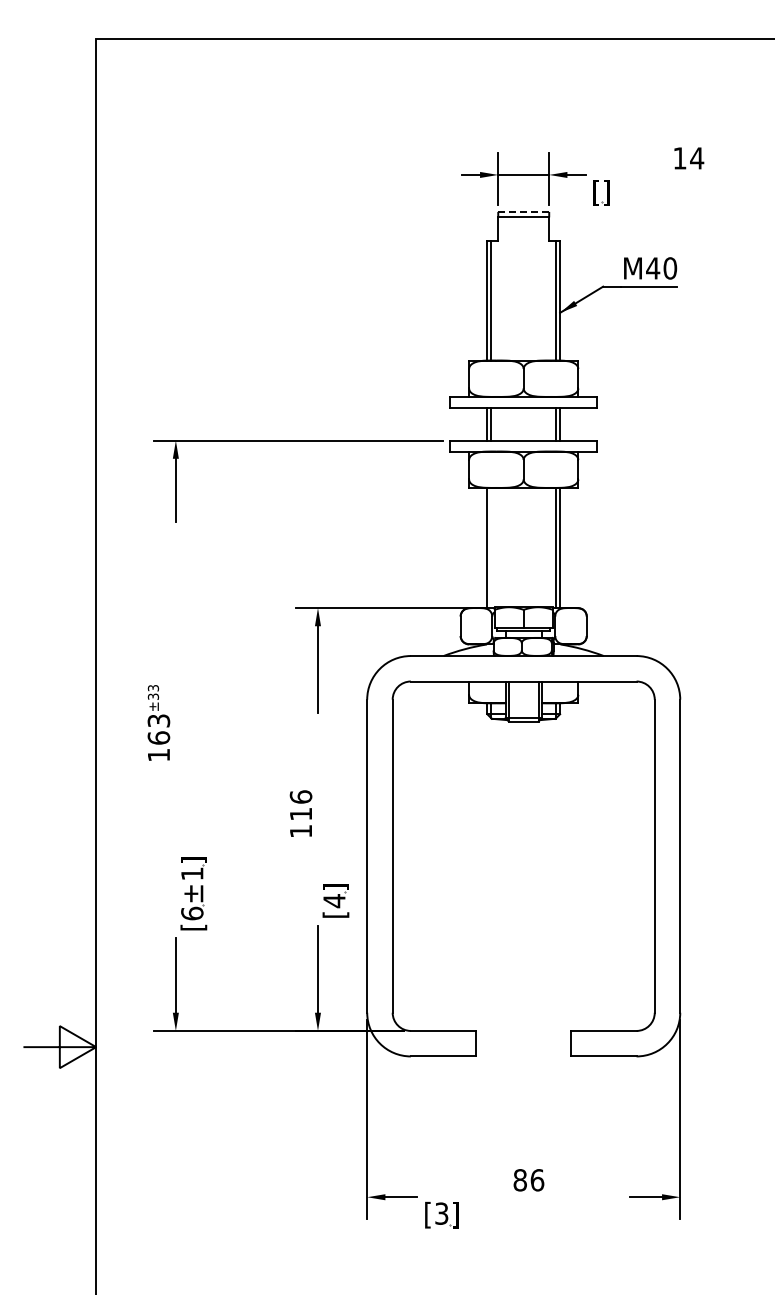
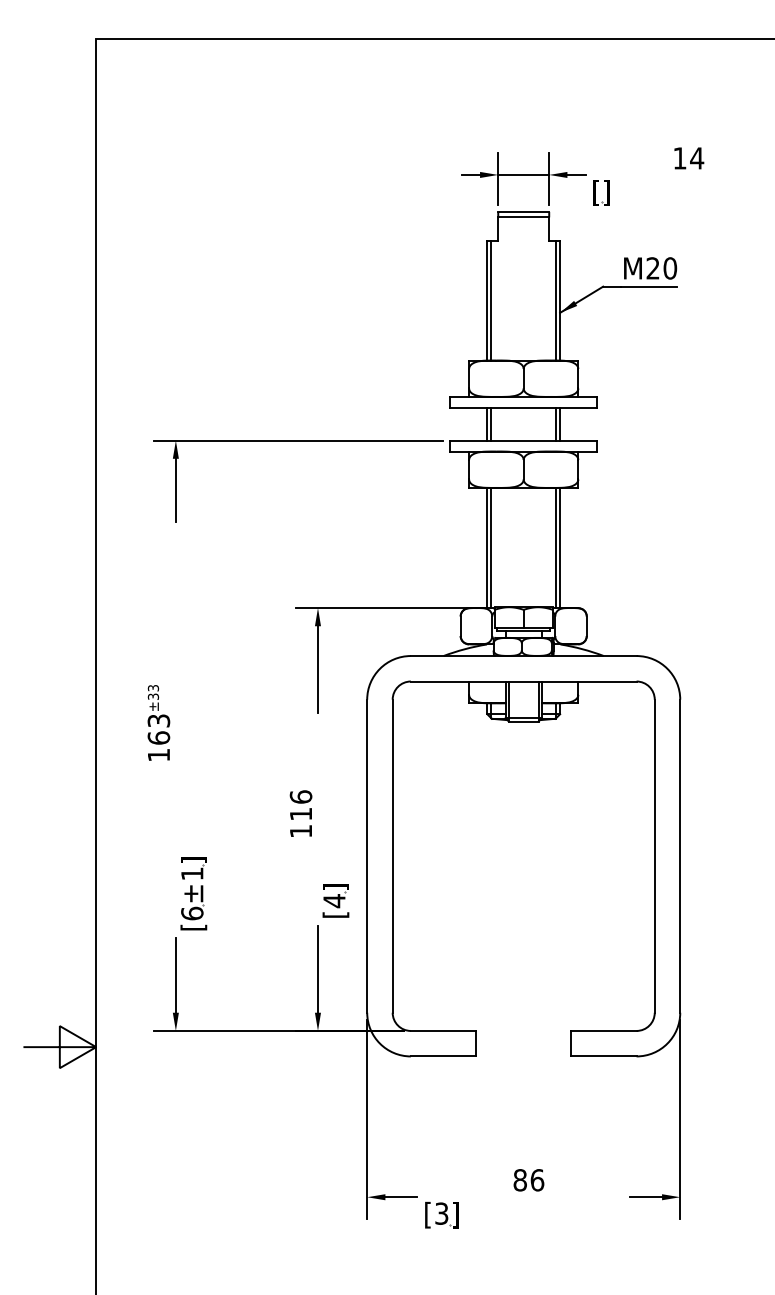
line at (524, 211): dashed -> solid
text at (653, 268): M40 -> M20
line at (491, 547): none -> present
